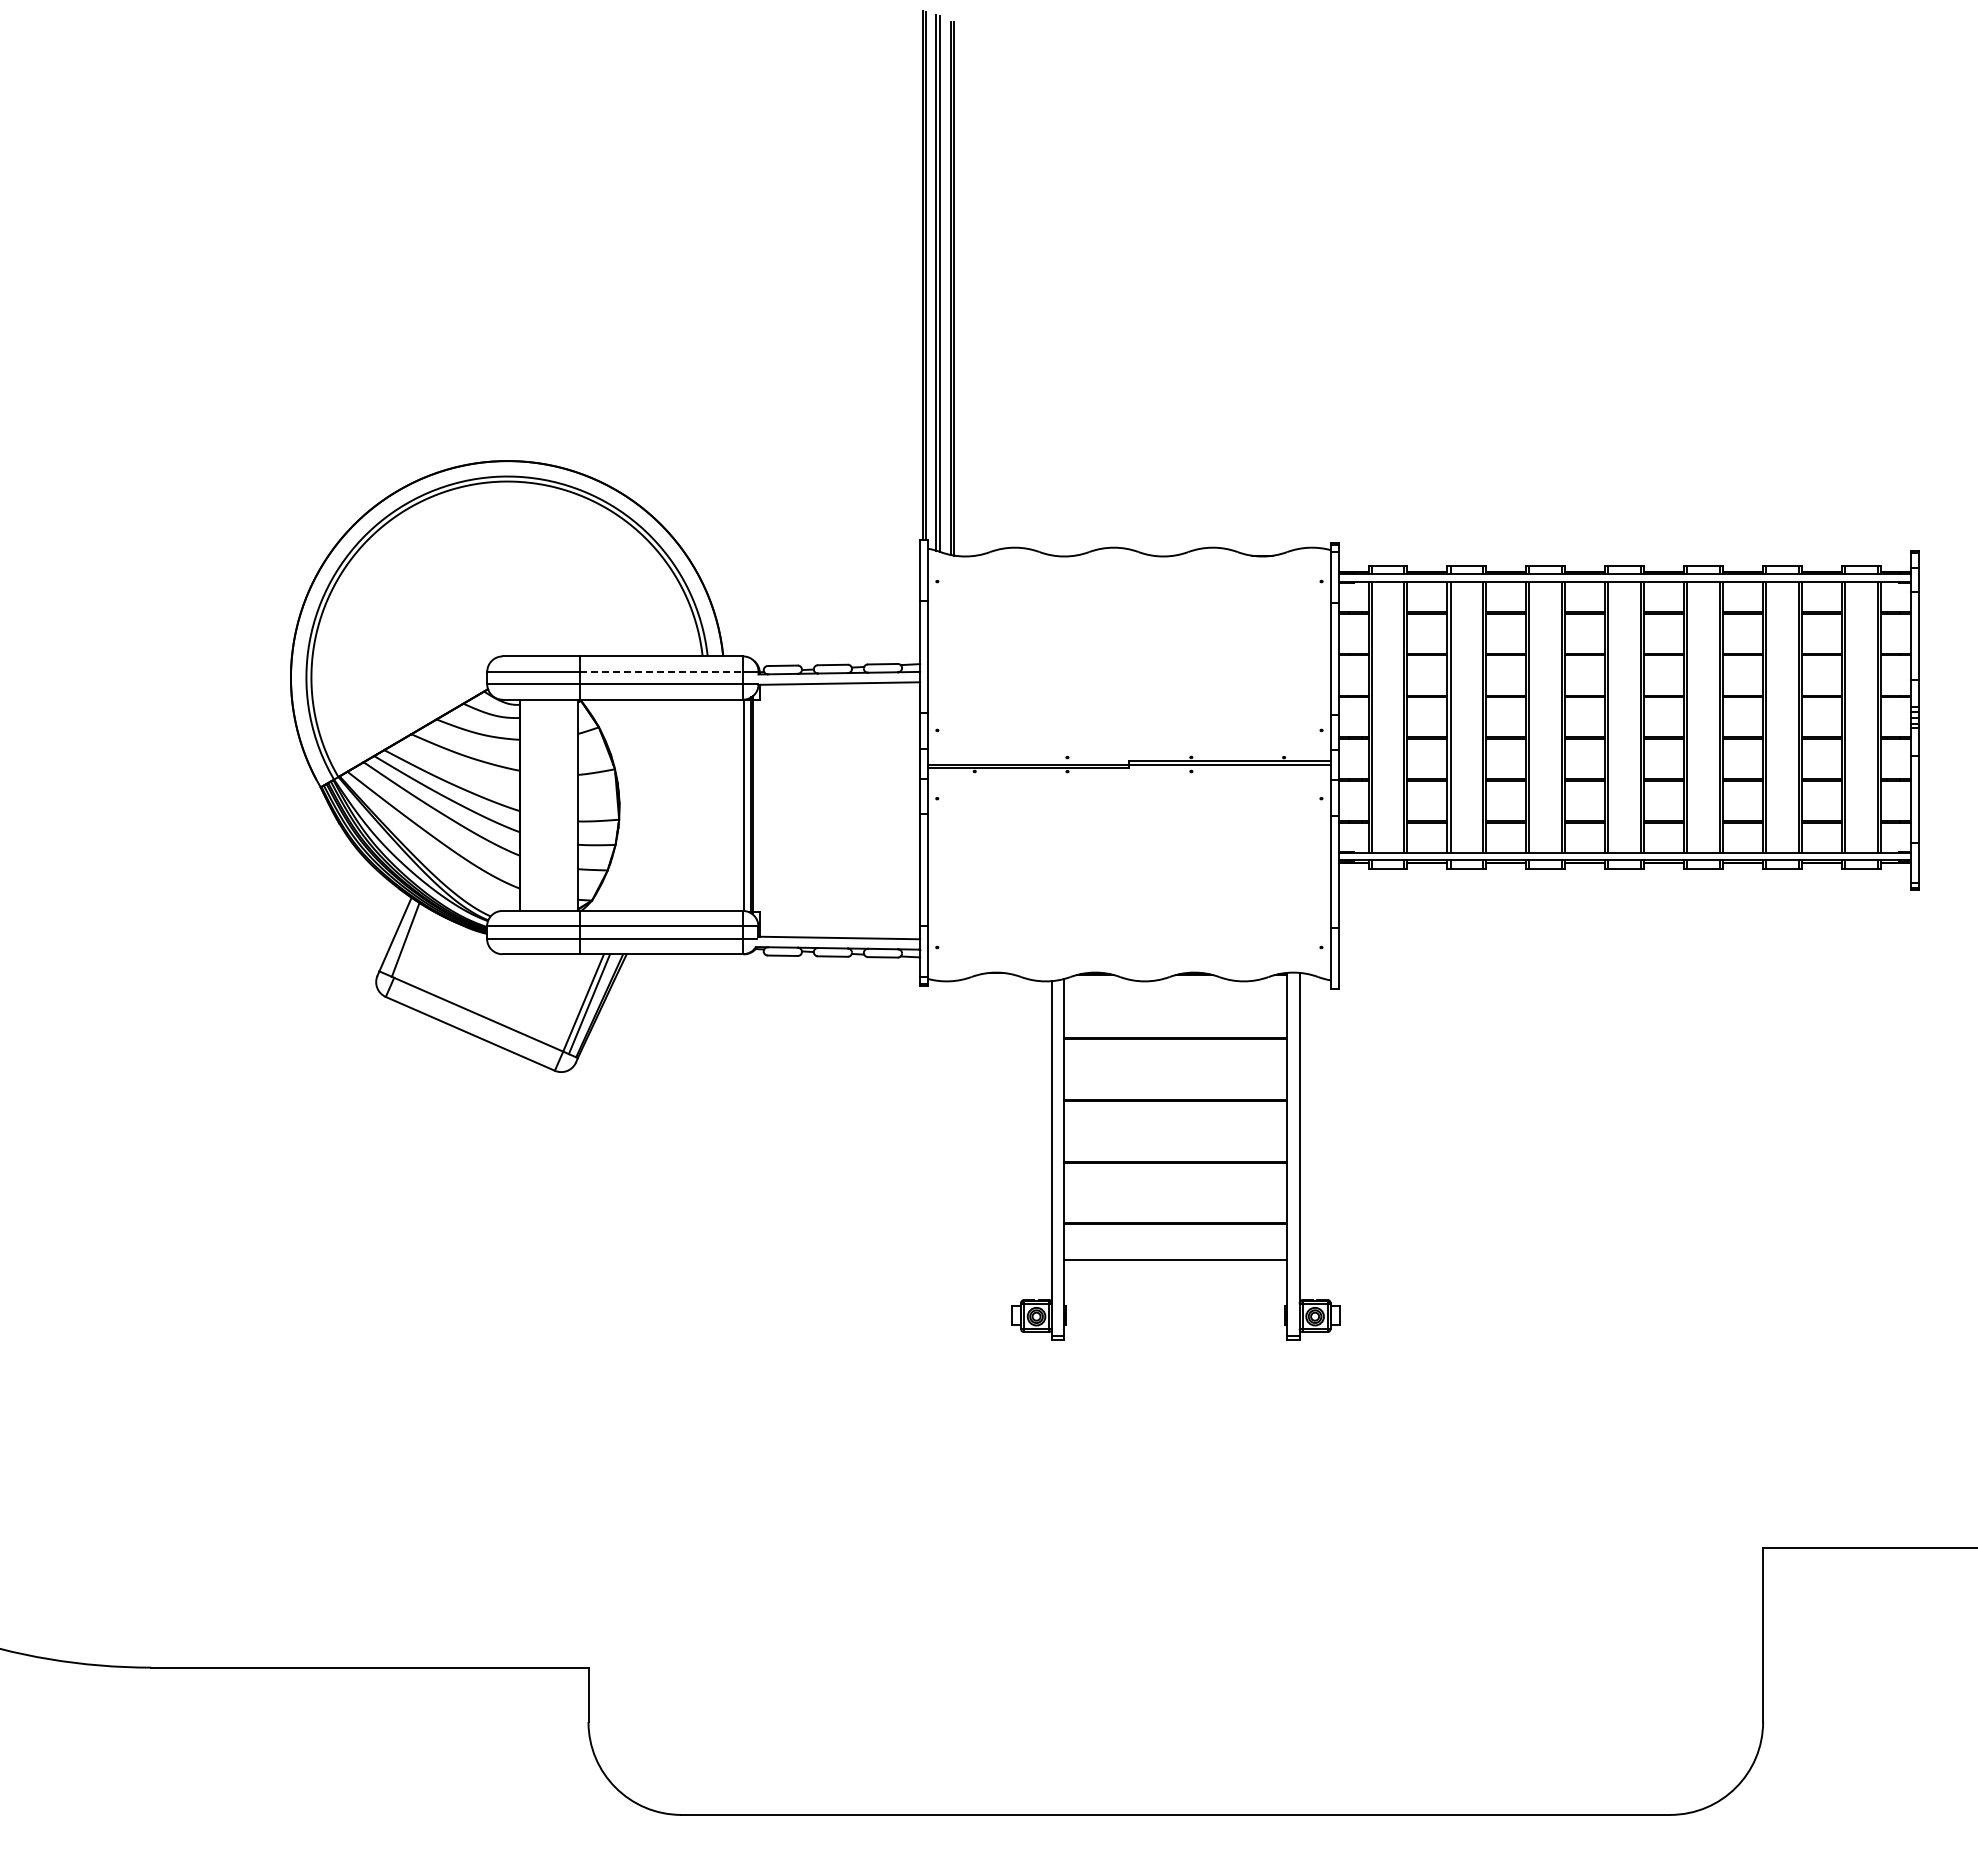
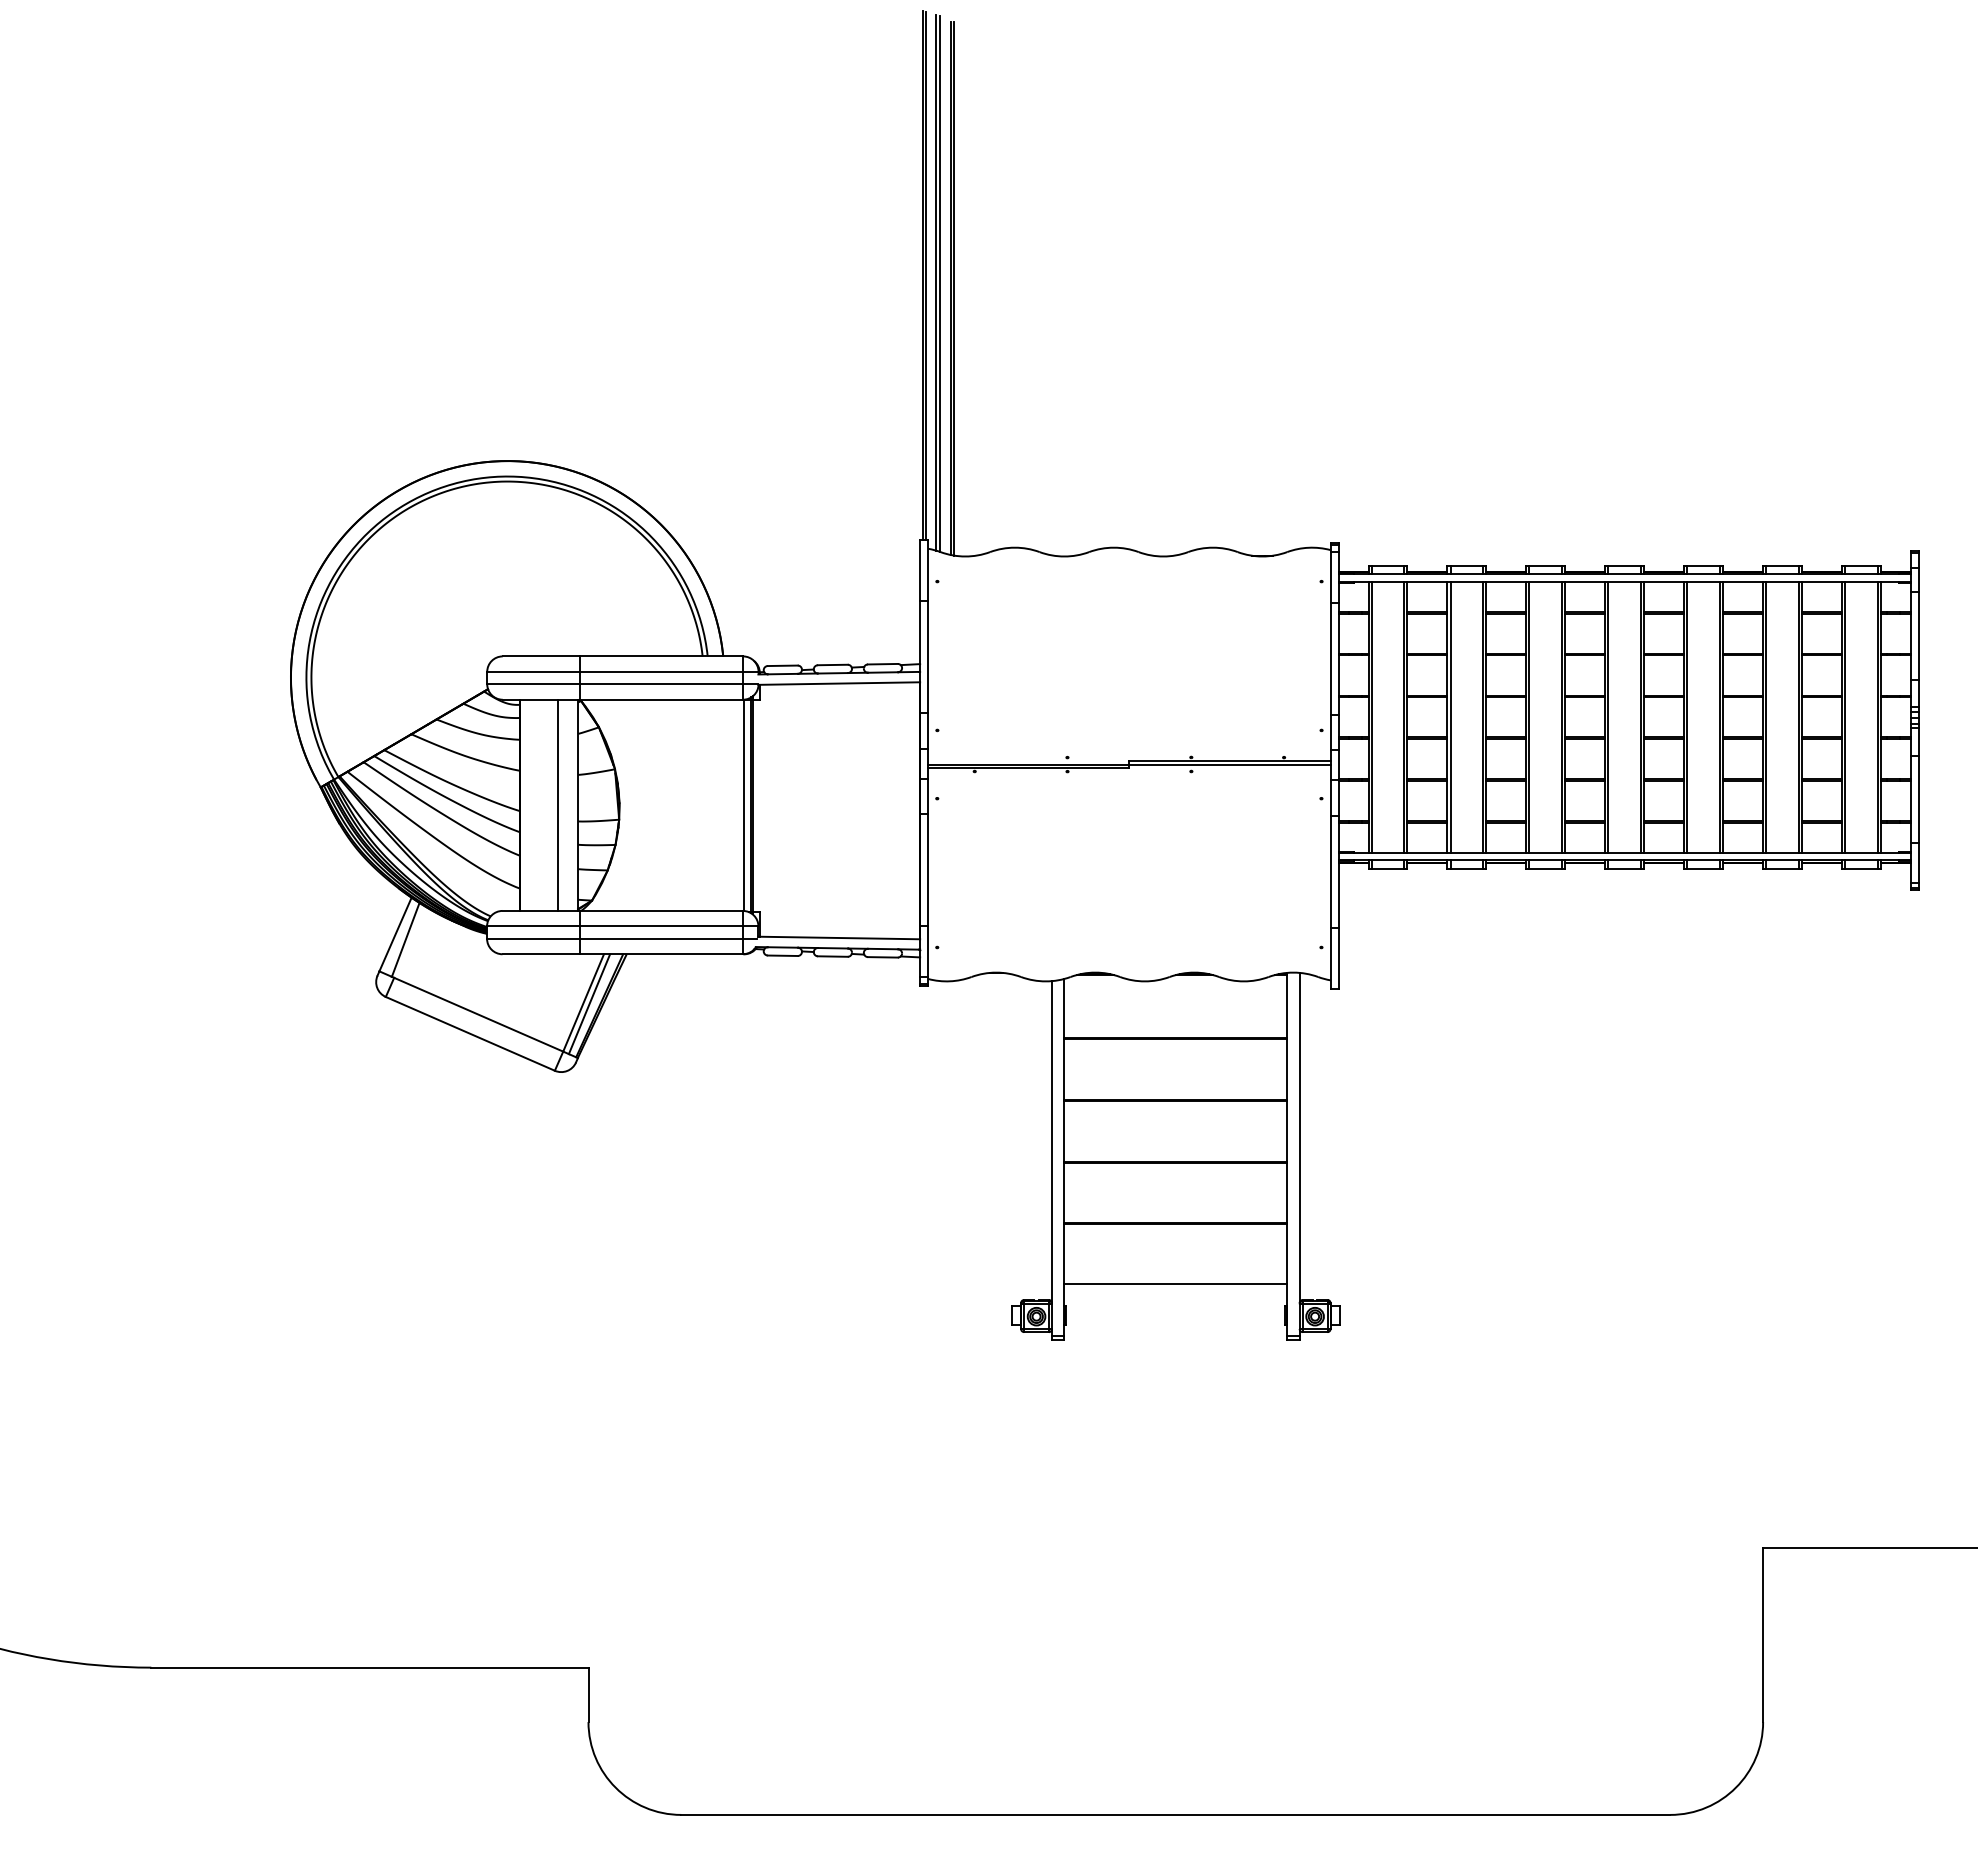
line at (661, 671): dashed -> solid
line at (558, 804): none -> present
line at (1175, 1260) position: (1175, 1260) -> (1175, 1284)
